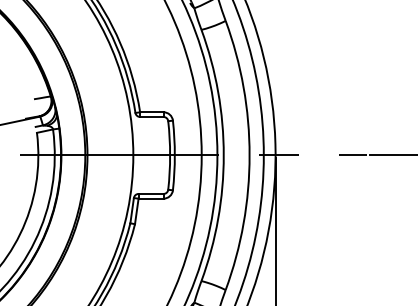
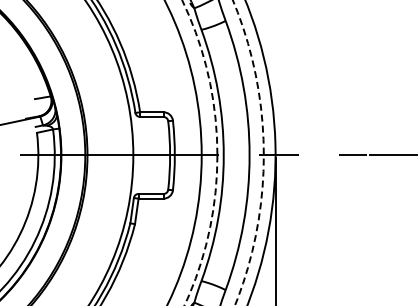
circle at (199, 152): solid -> dashed
arc at (263, 153): solid -> dashed
